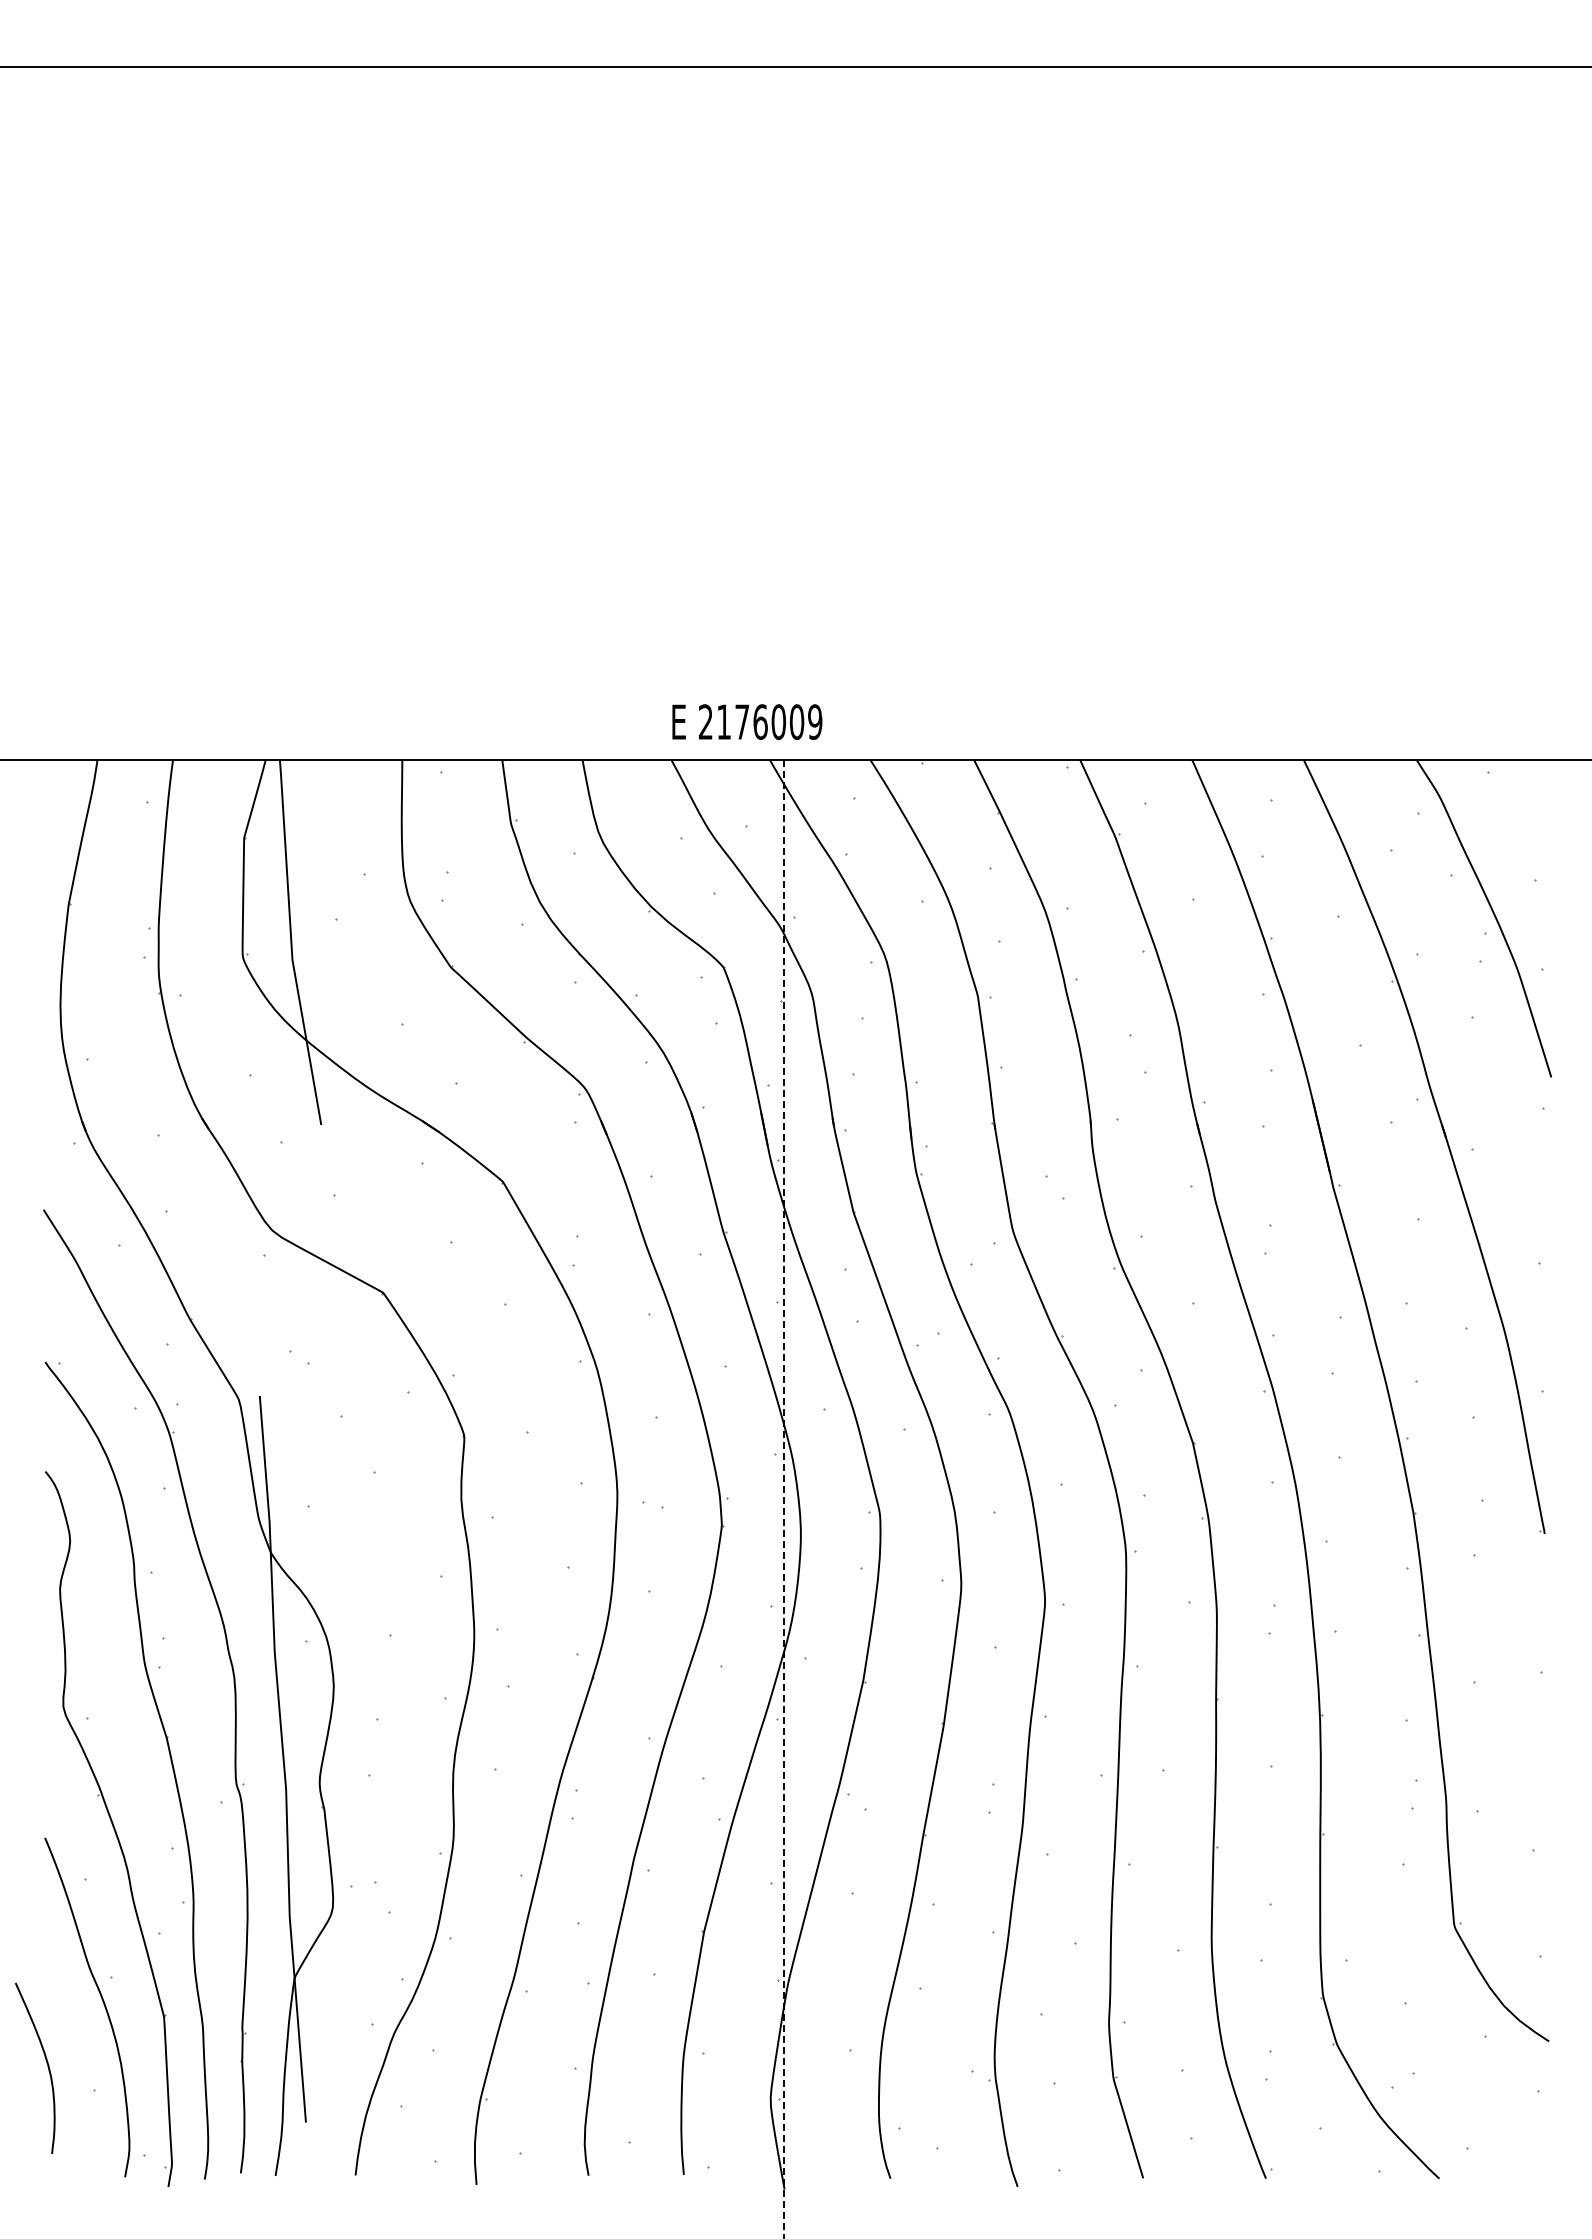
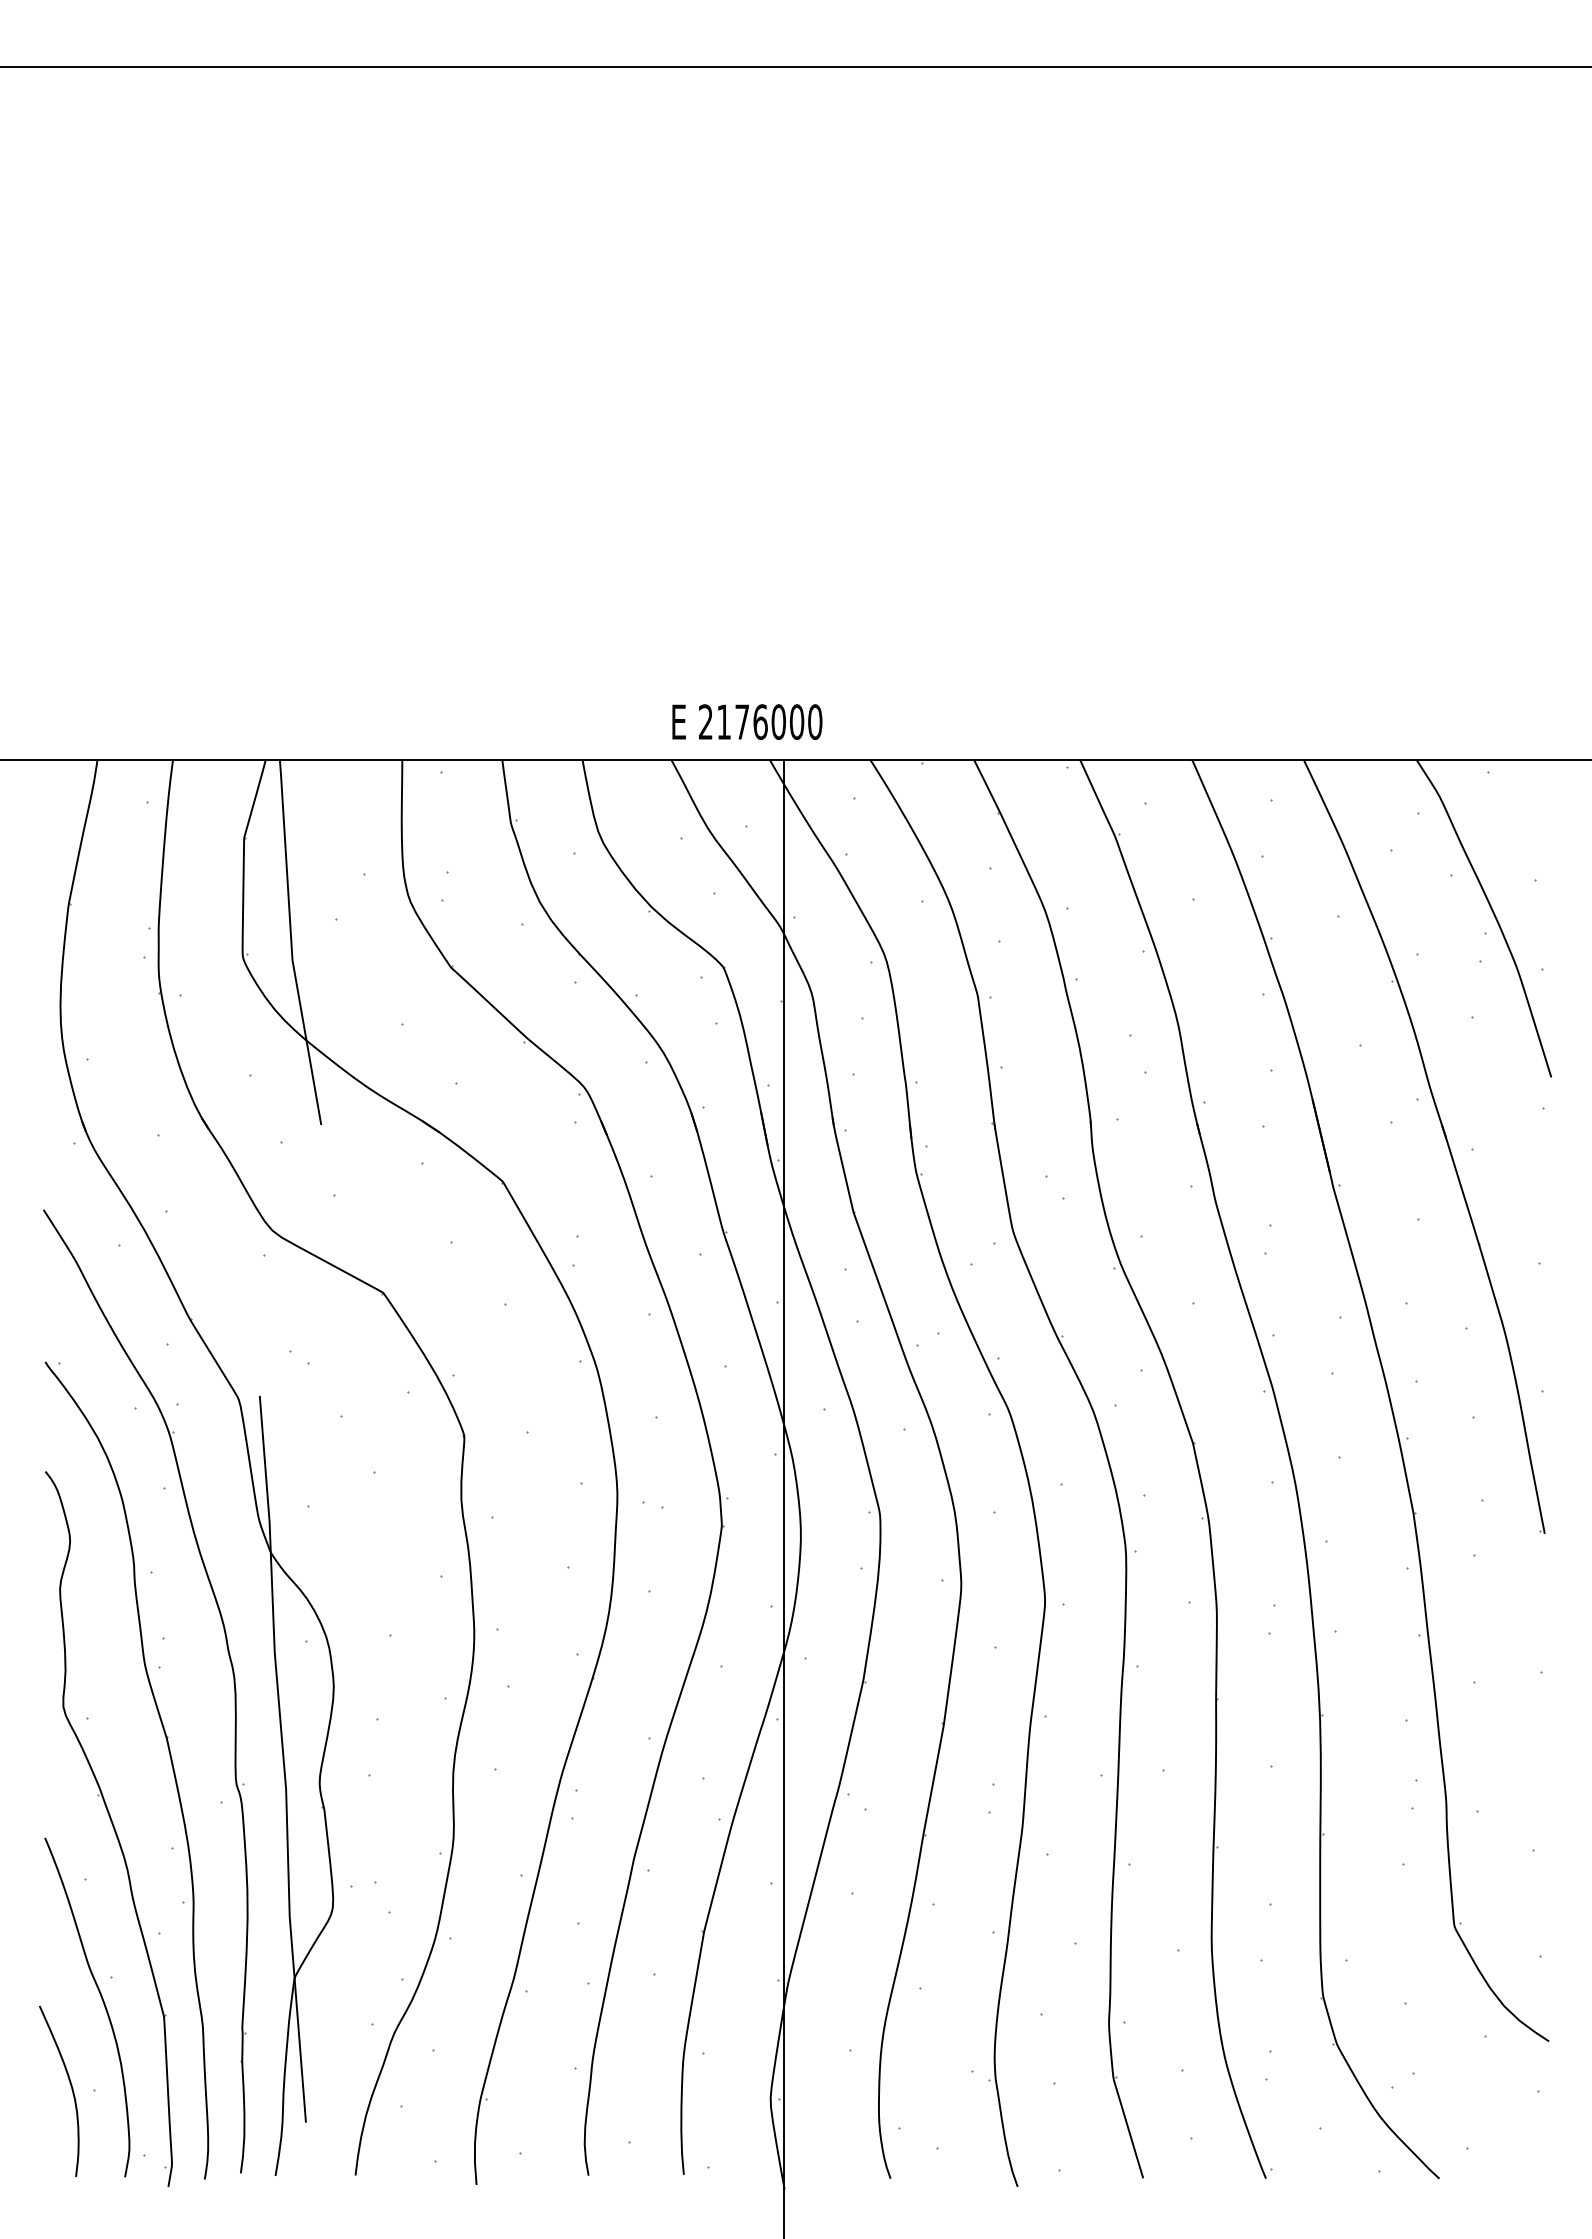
text at (815, 722): 2176009 -> 2176000
line at (783, 1499): dashed -> solid
curve at (46, 2063) position: (46, 2063) -> (70, 2086)
